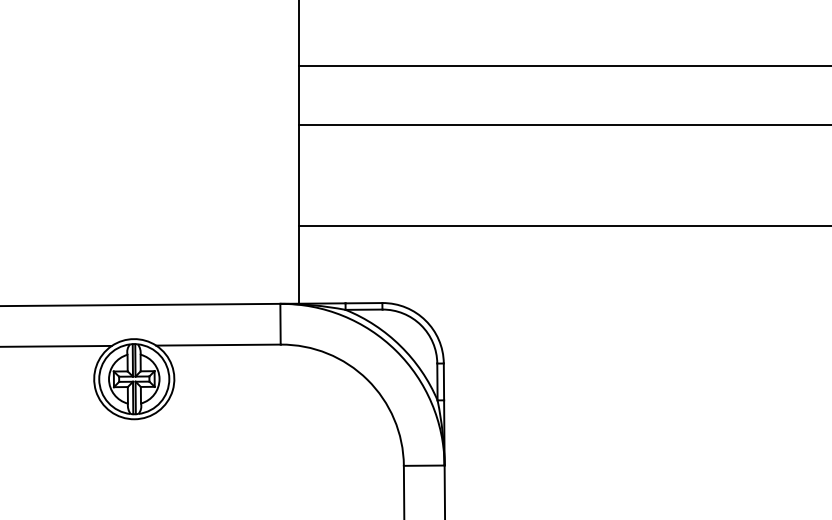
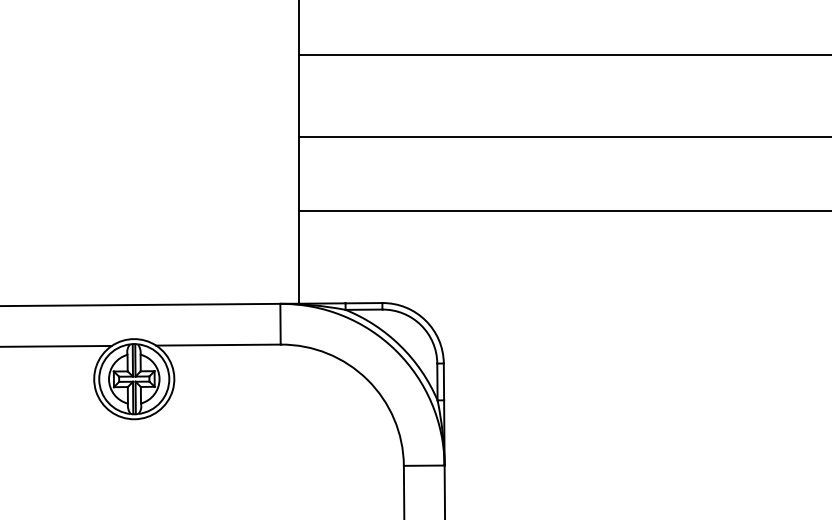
line at (563, 66) position: (563, 66) -> (563, 55)
line at (563, 124) position: (563, 124) -> (563, 136)
line at (563, 226) position: (563, 226) -> (563, 211)
